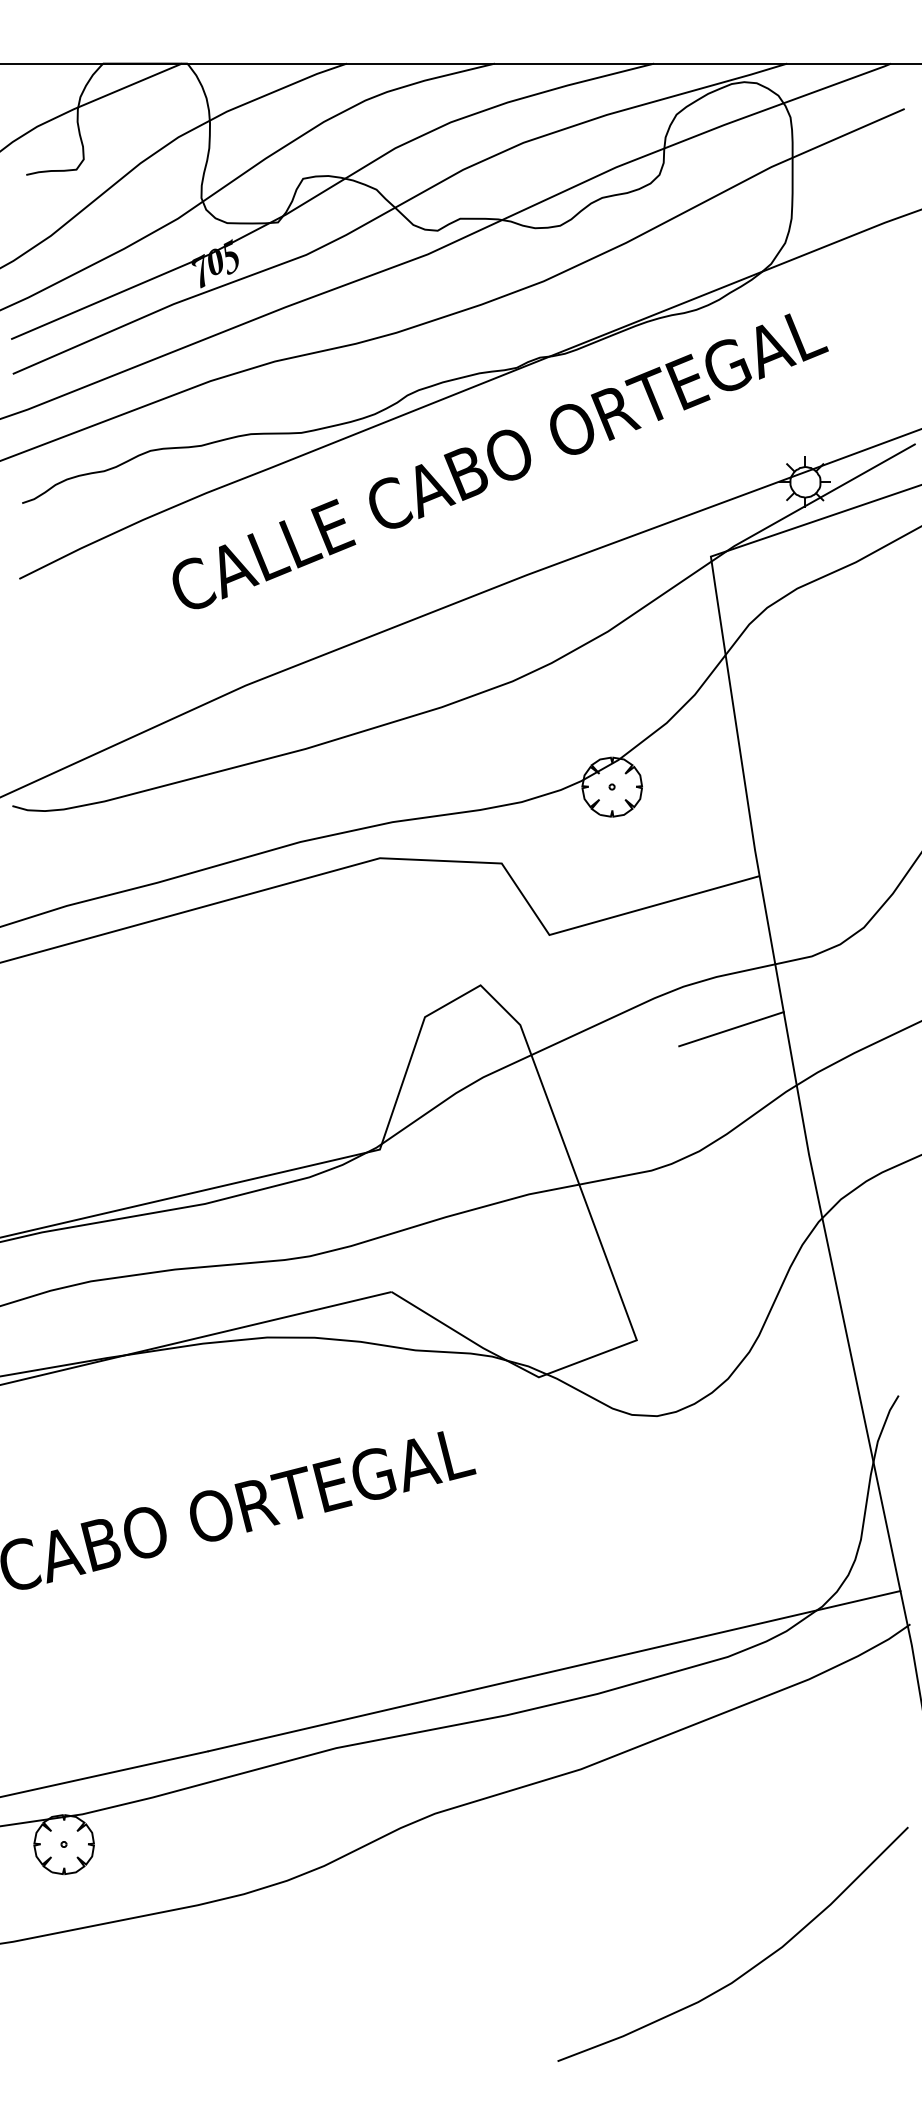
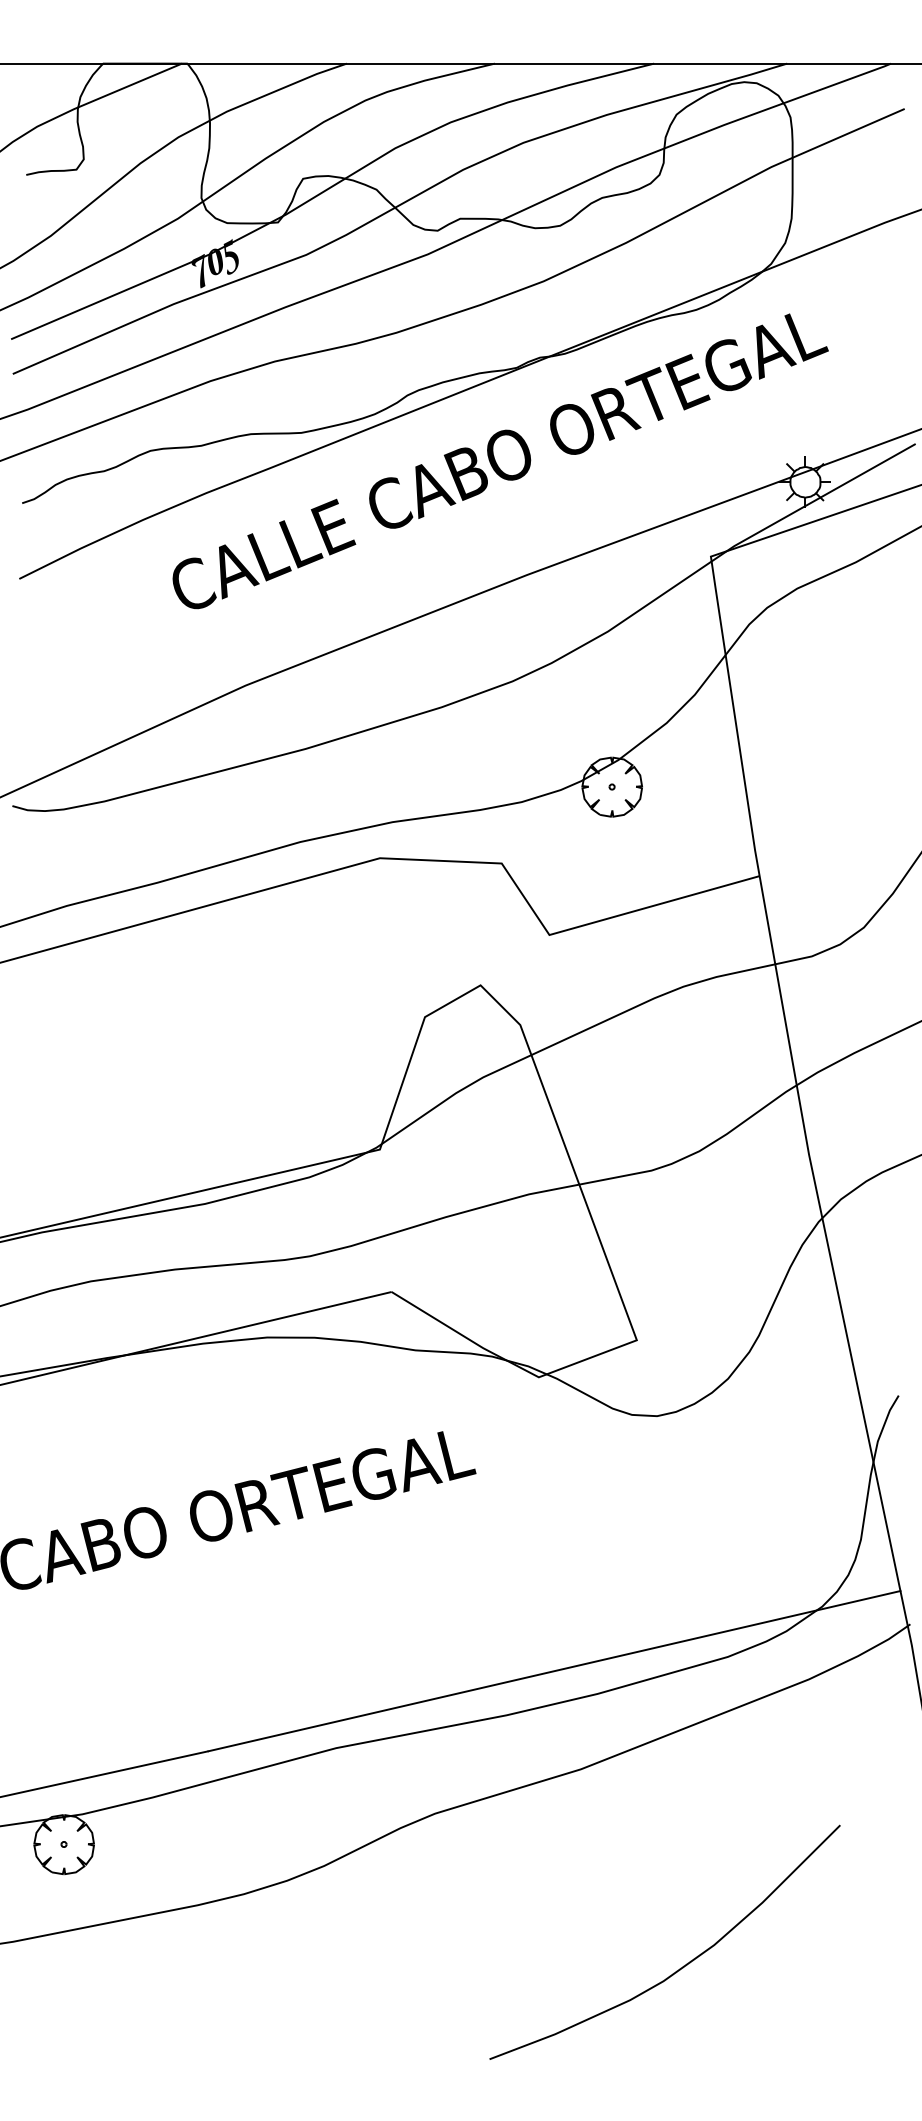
line at (731, 1029): present -> none
curve at (751, 1967) position: (751, 1967) -> (683, 1965)
